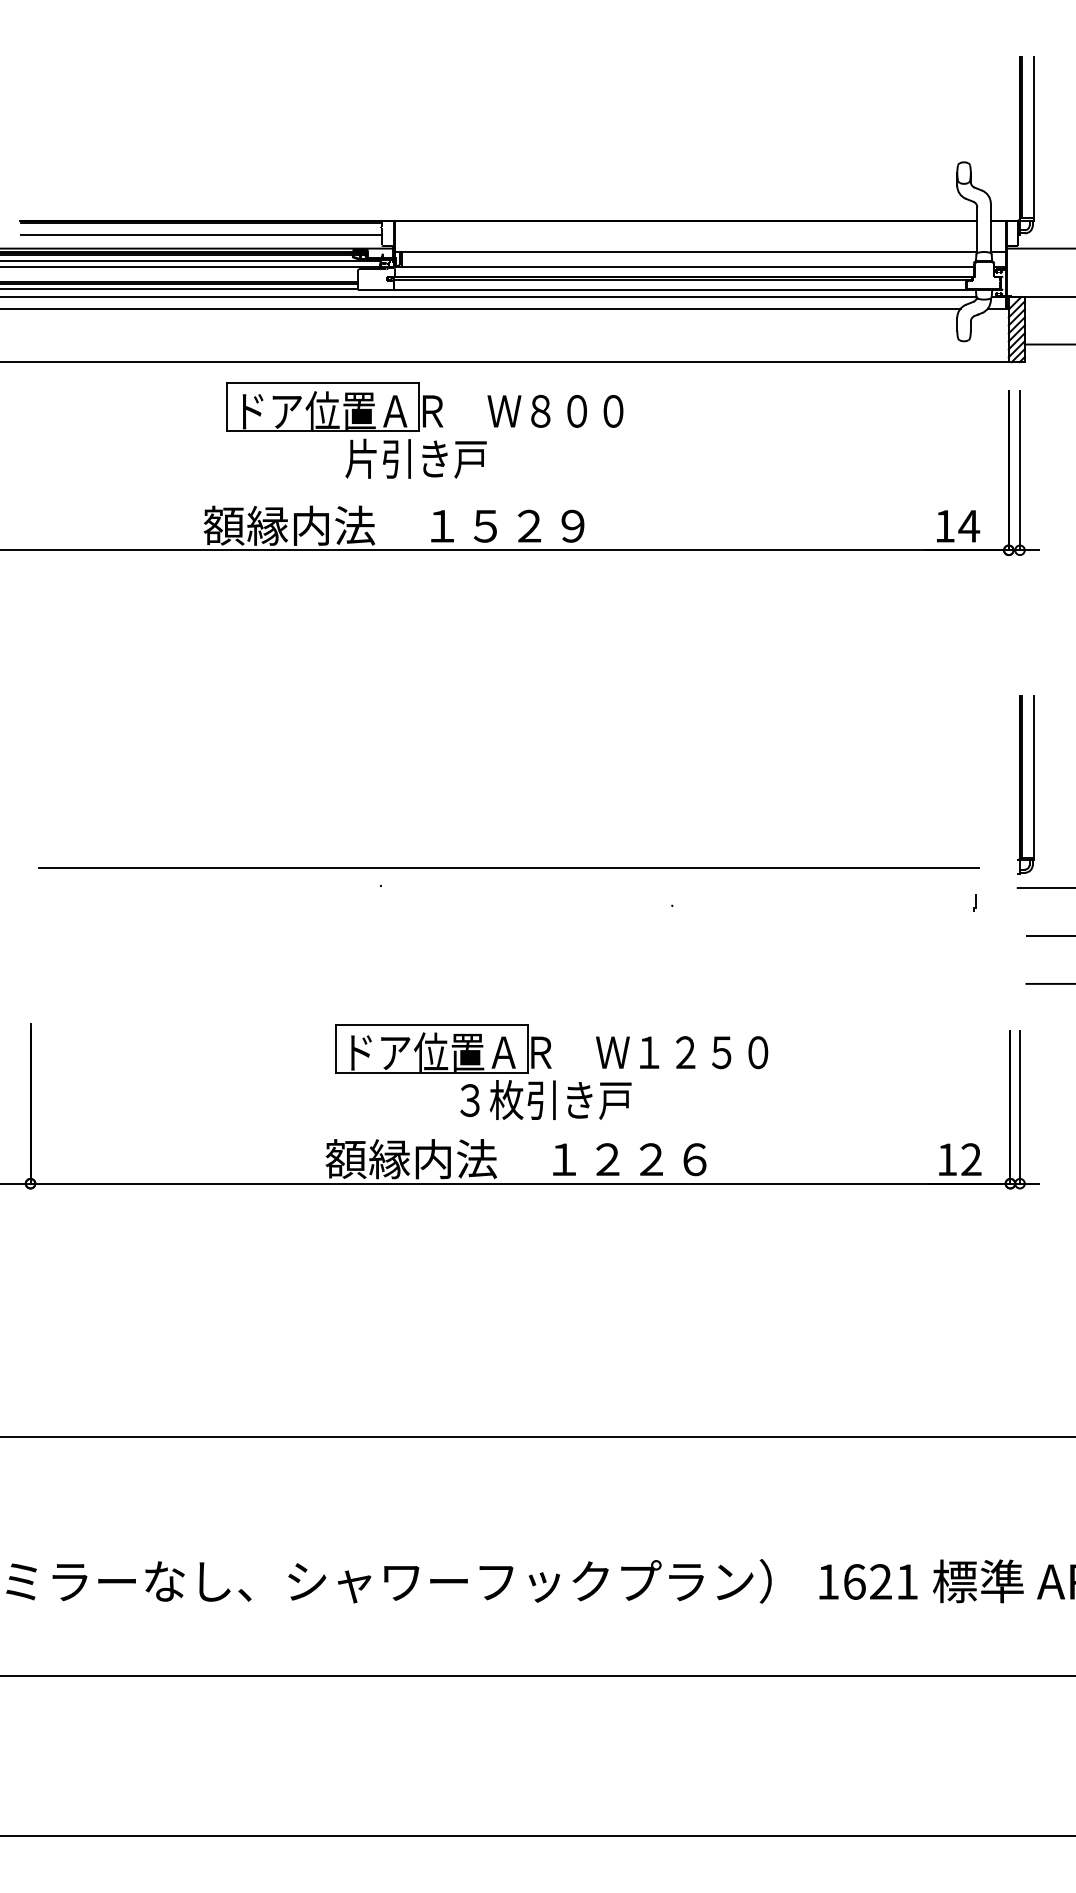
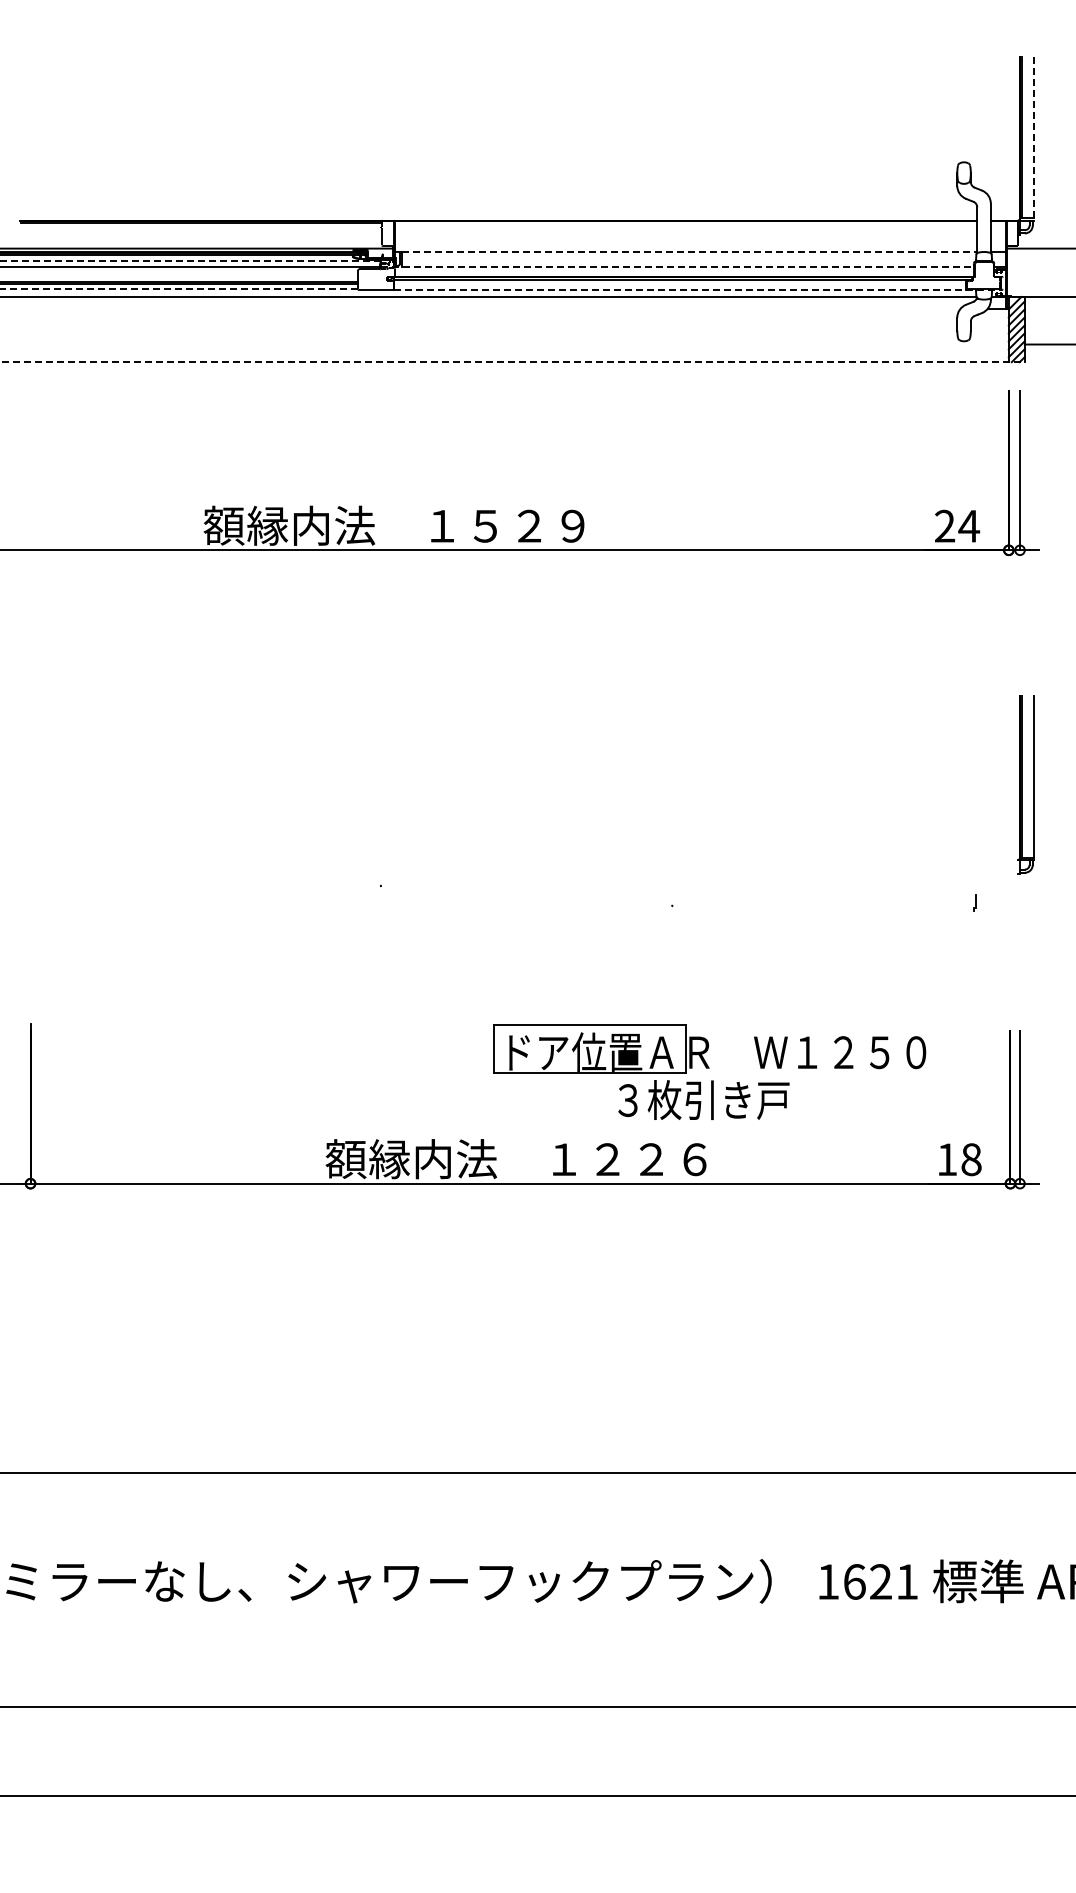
line at (1034, 138): solid -> dashed
line at (201, 235): present -> none
line at (689, 251): solid -> dashed
line at (190, 260): solid -> dashed
line at (677, 267): solid -> dashed
line at (179, 289): solid -> dashed
line at (698, 290): solid -> dashed
line at (481, 308): present -> none
line at (512, 362): solid -> dashed
part at (424, 430): present -> none
text at (945, 525): 14 -> 24
line at (508, 868): present -> none
line at (1044, 887): present -> none
line at (1049, 935): present -> none
line at (1049, 983): present -> none
part at (551, 1071) position: (551, 1071) -> (709, 1071)
text at (971, 1159): 12 -> 18
line at (537, 1436) position: (537, 1436) -> (537, 1472)
line at (537, 1676) position: (537, 1676) -> (537, 1707)
line at (537, 1836) position: (537, 1836) -> (537, 1796)
